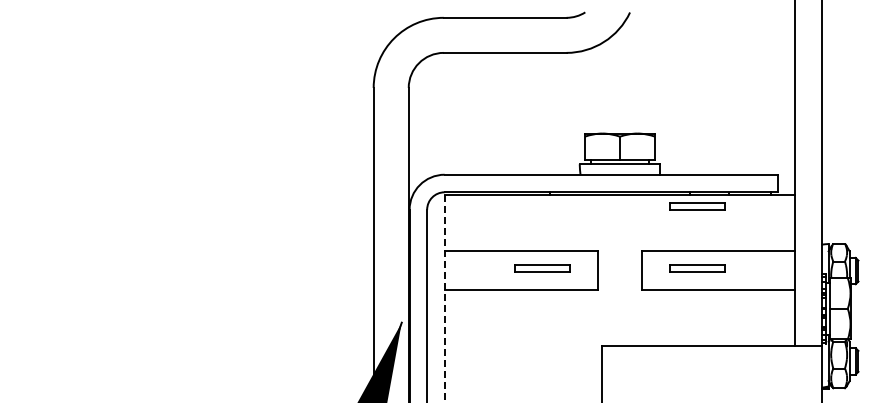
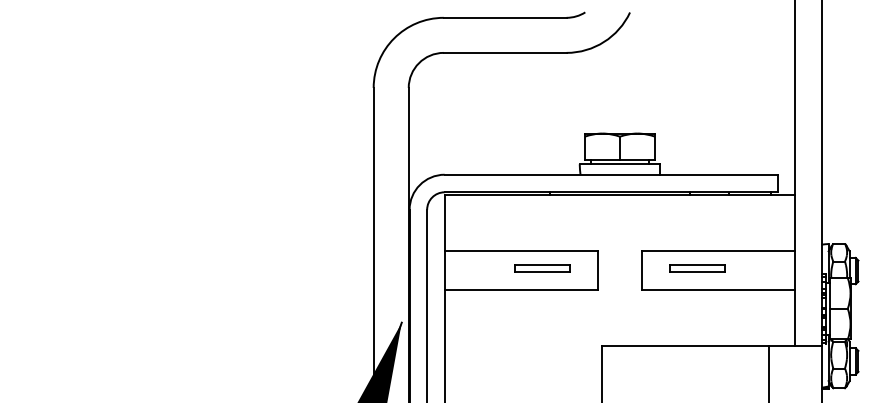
part at (697, 206): present -> none
line at (444, 298): dashed -> solid
line at (769, 371): none -> present
